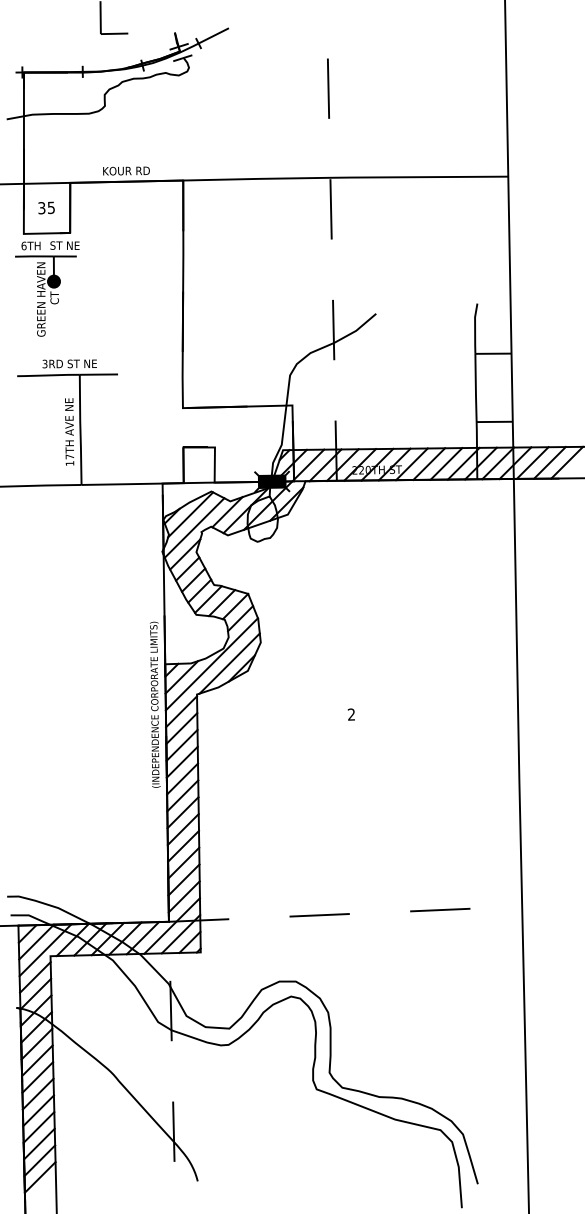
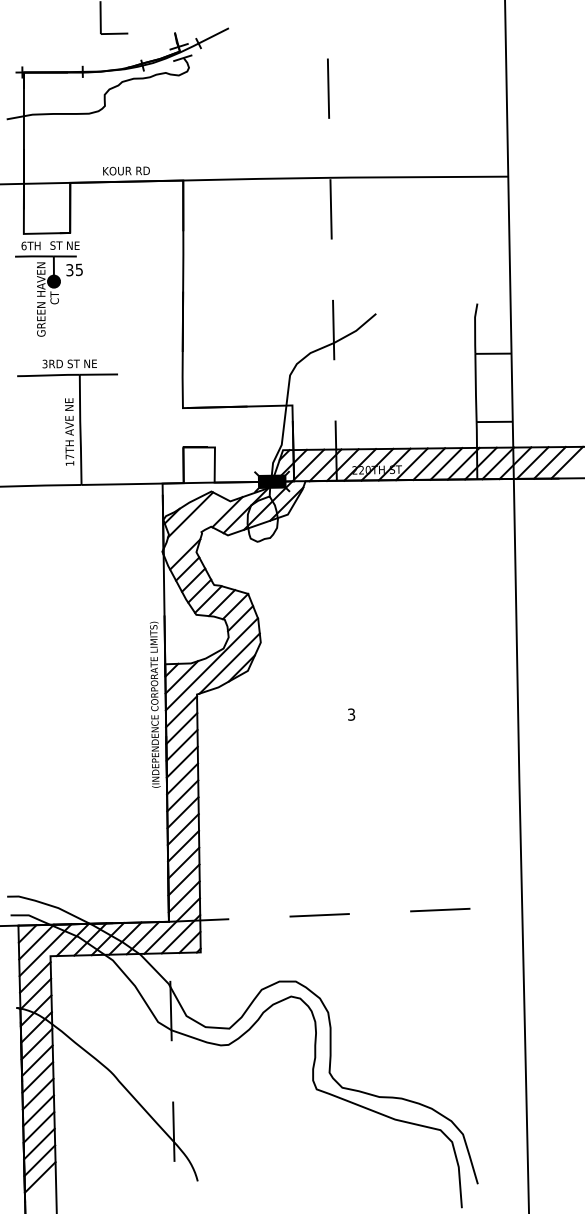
text at (46, 207) position: (46, 207) -> (74, 269)
line at (194, 527): present -> none
text at (351, 714): 2 -> 3
